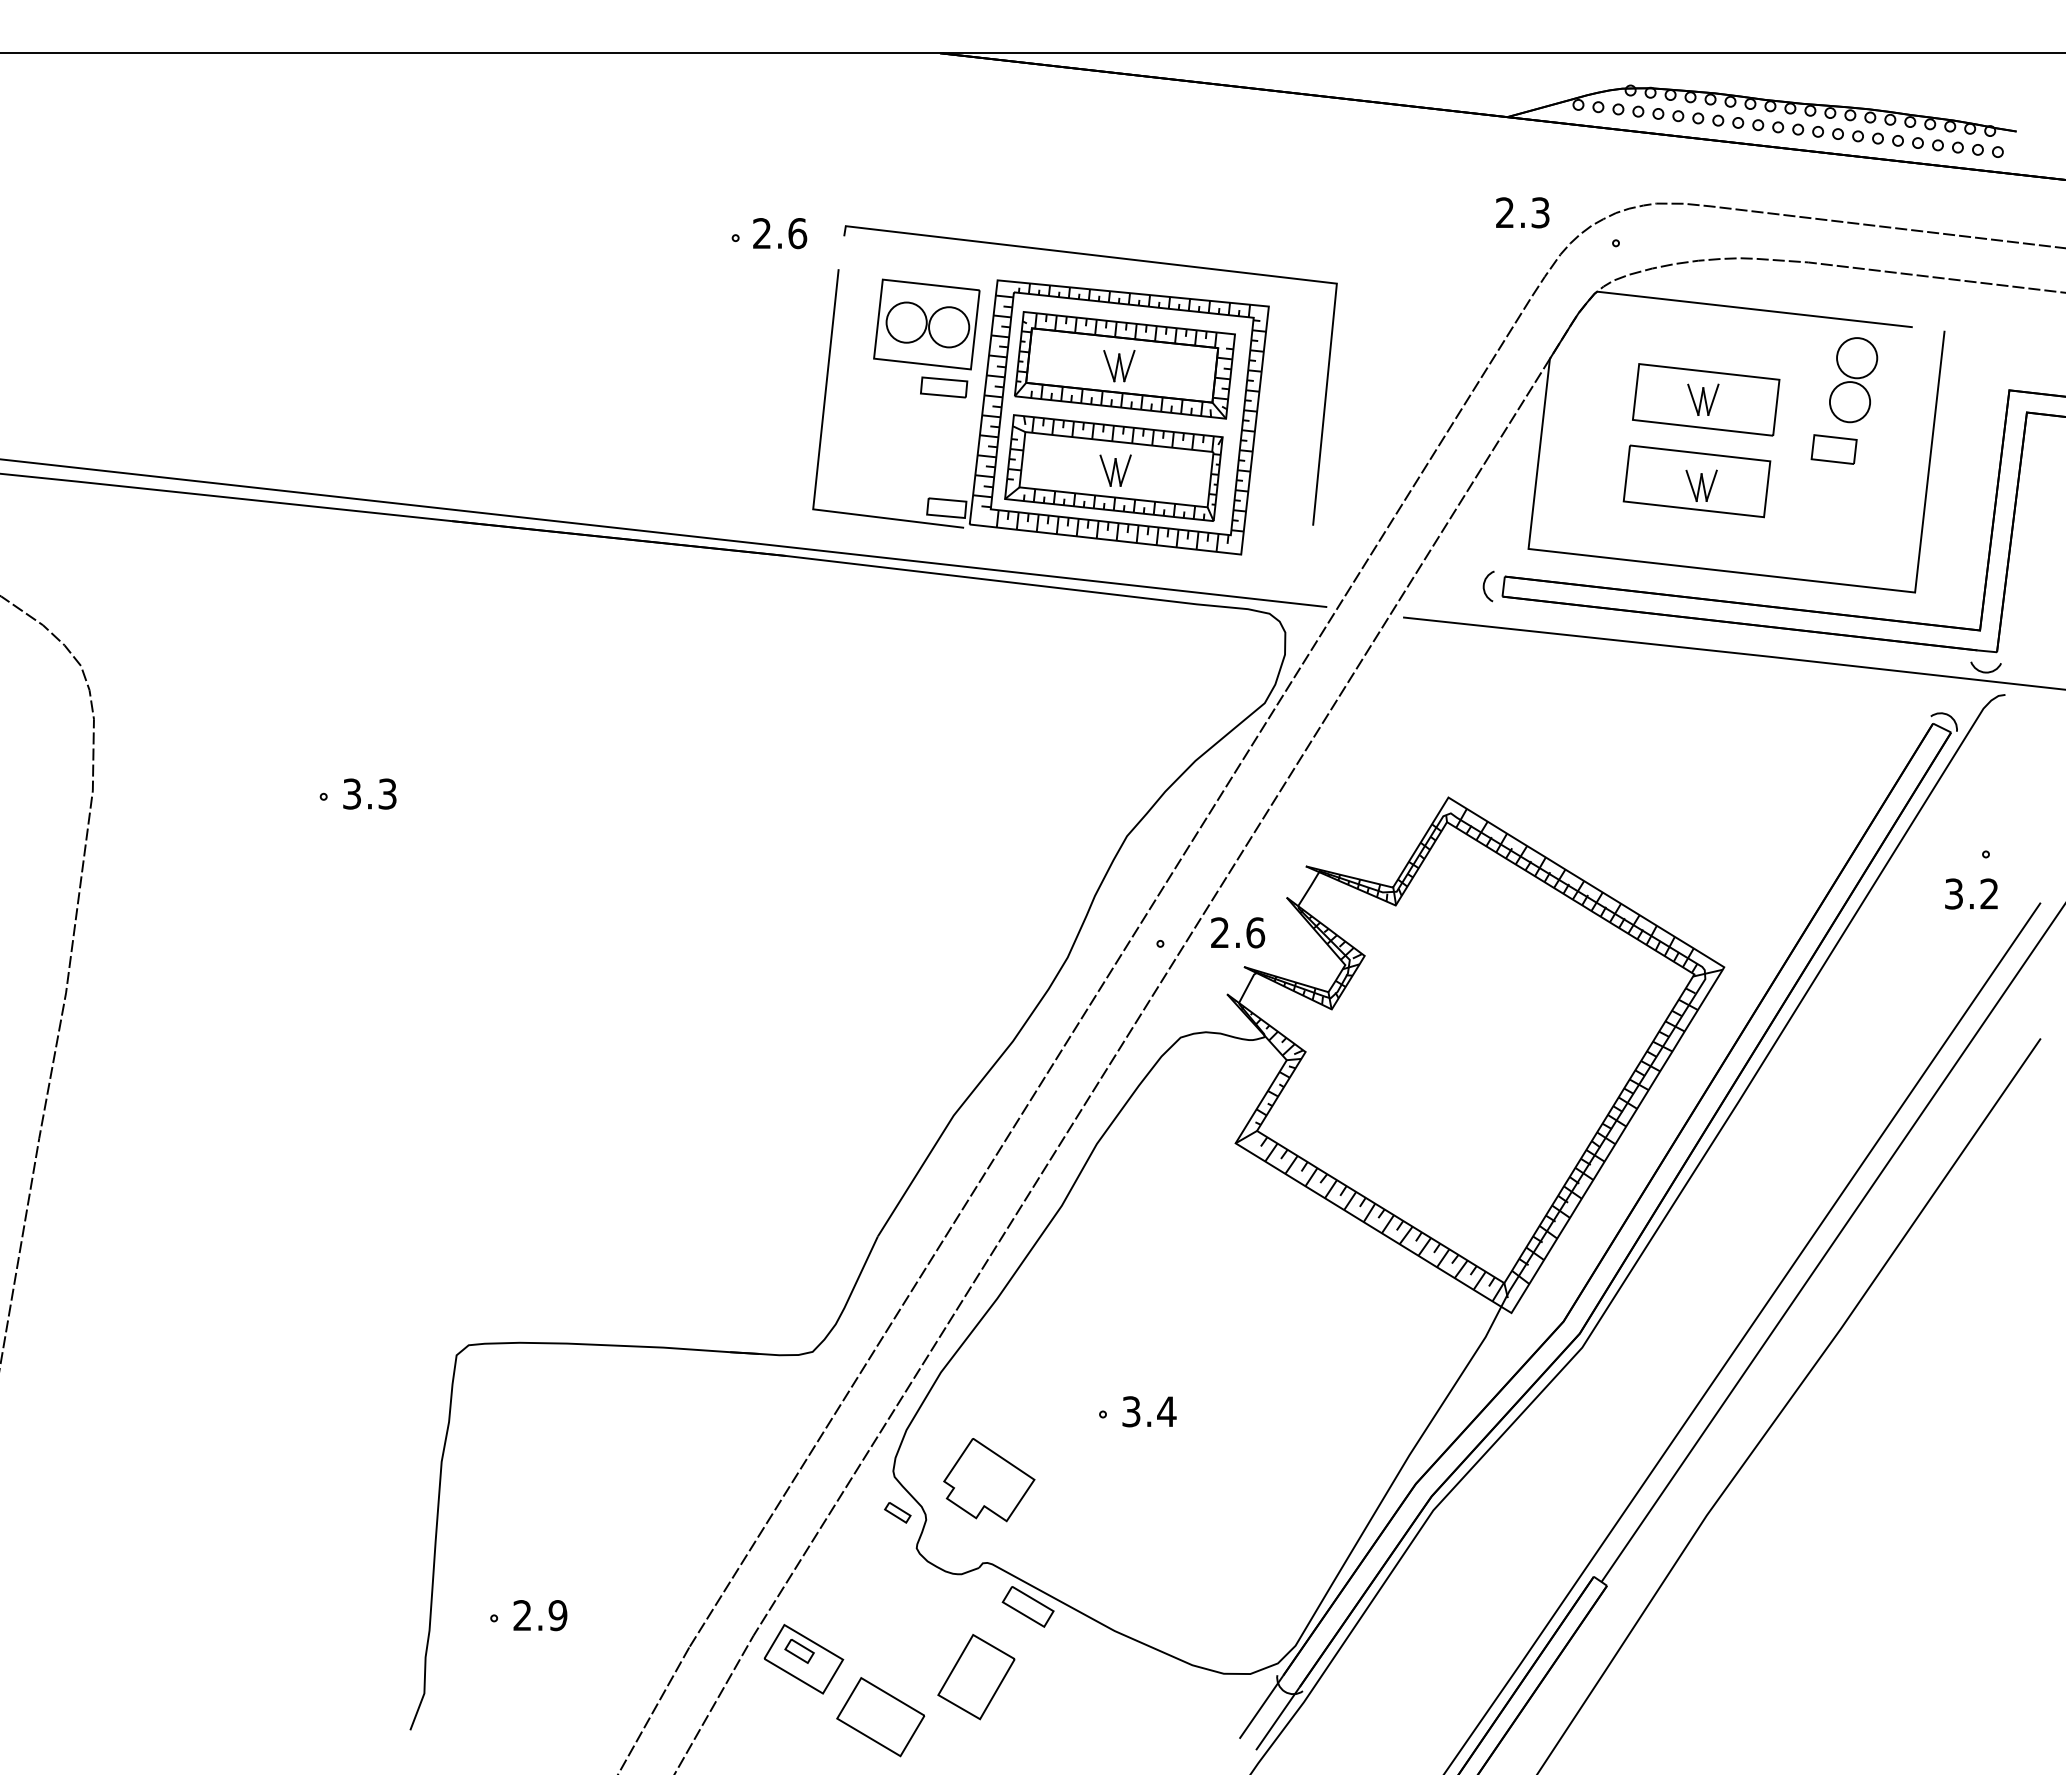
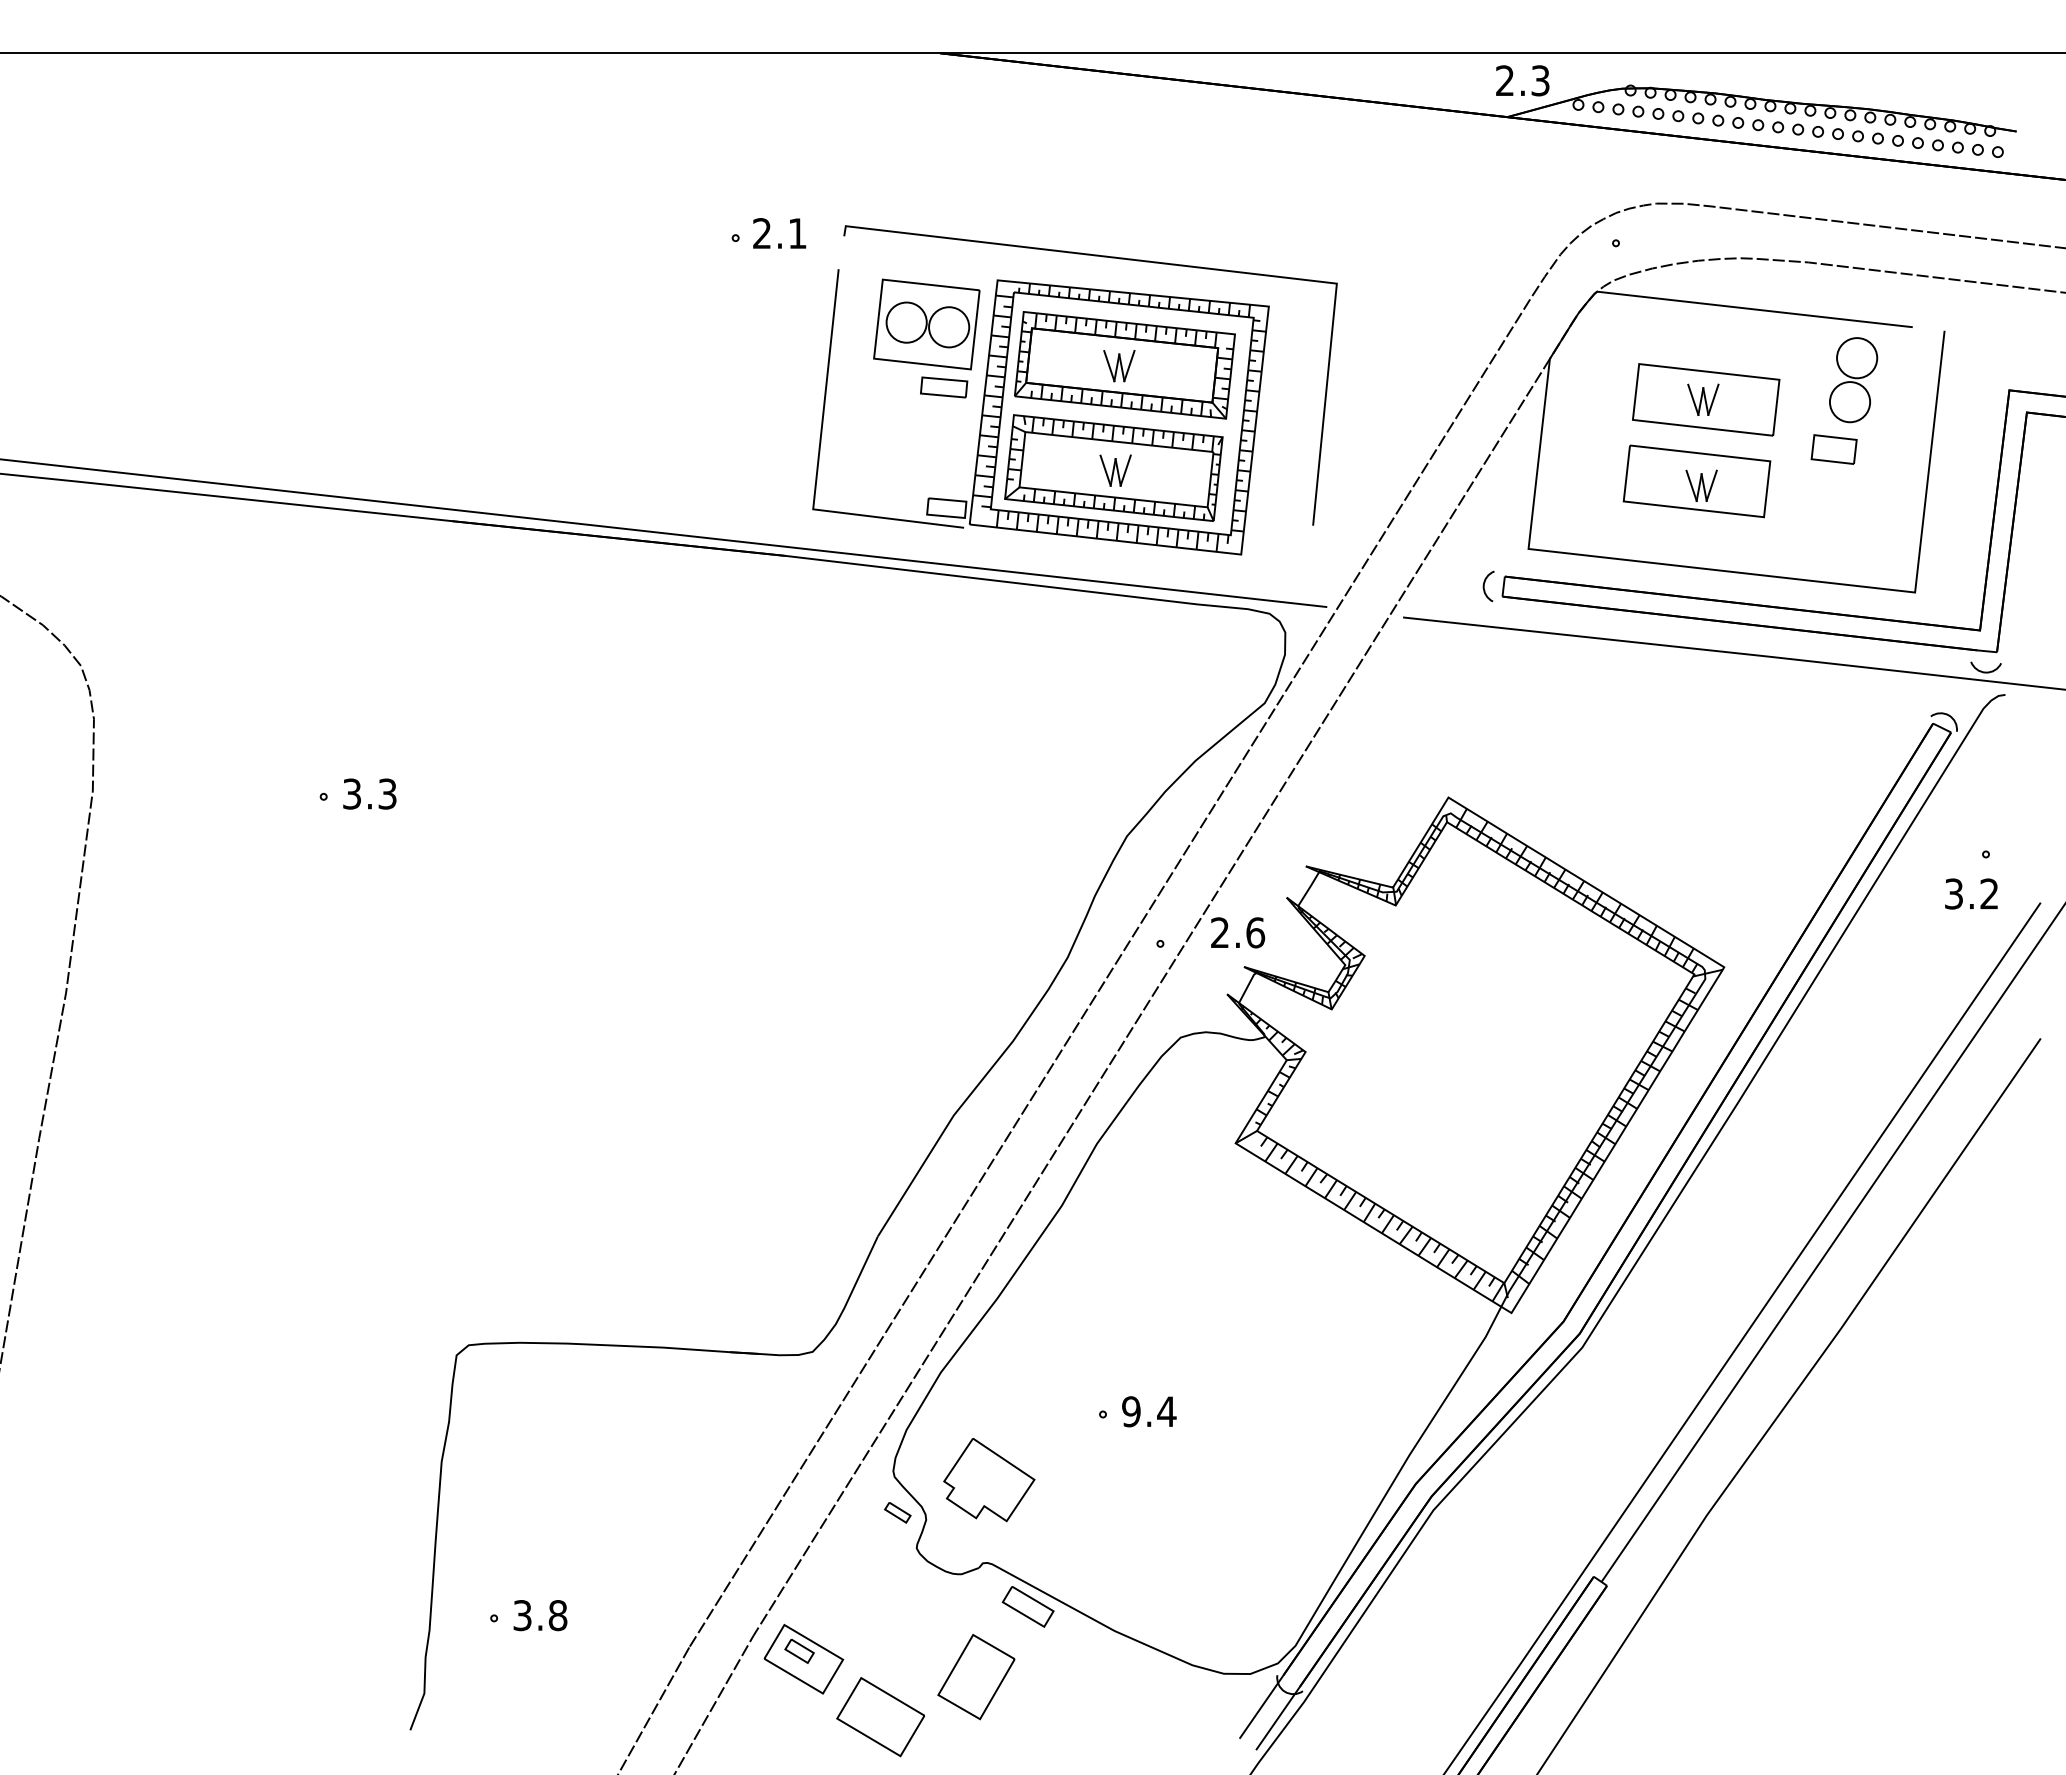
text at (1522, 212) position: (1522, 212) -> (1522, 80)
text at (797, 233): 2.6 -> 2.1
text at (1131, 1411): 3.4 -> 9.4
text at (540, 1615): 2.9 -> 3.8
